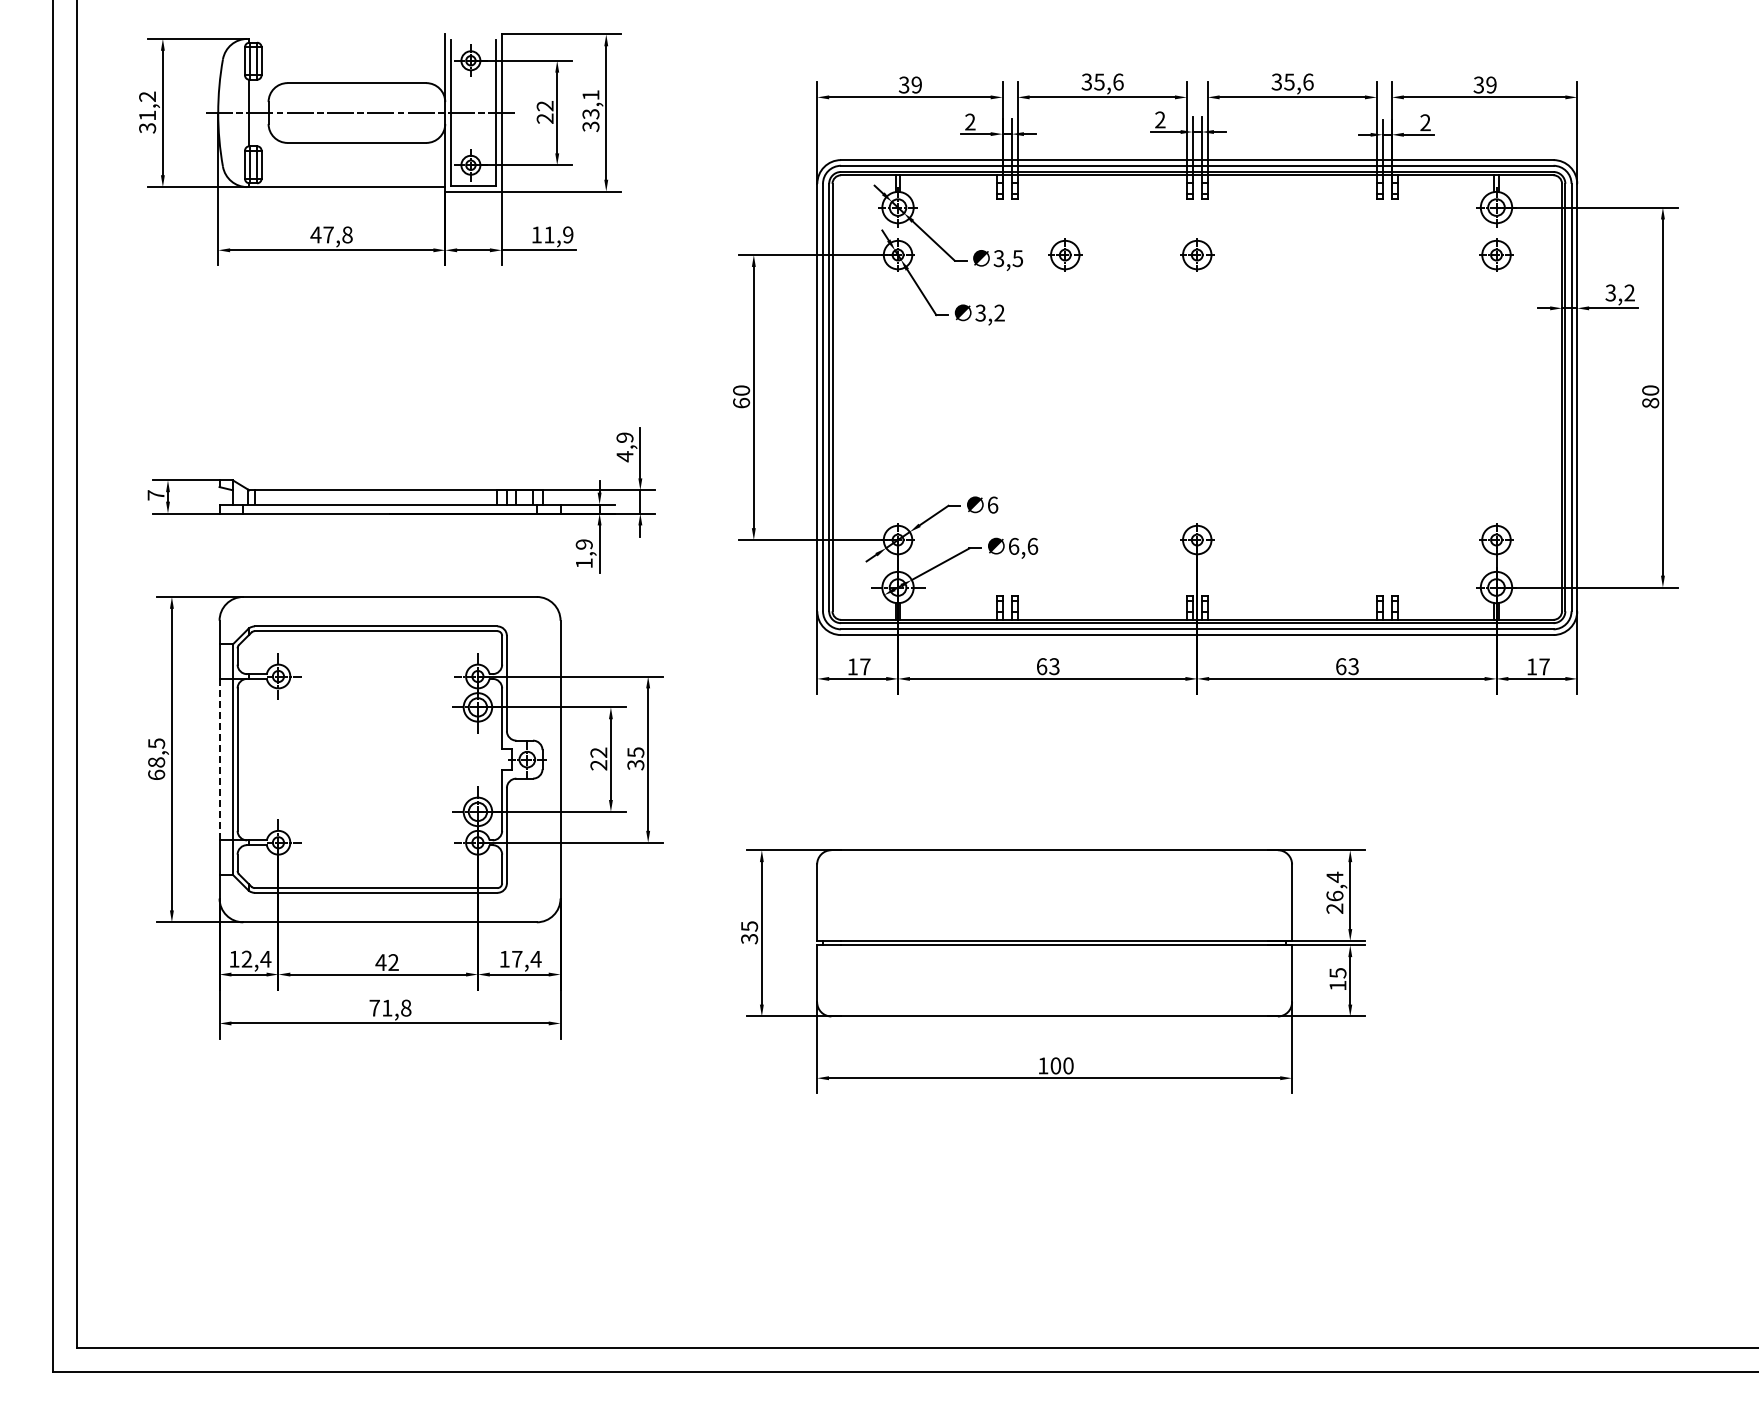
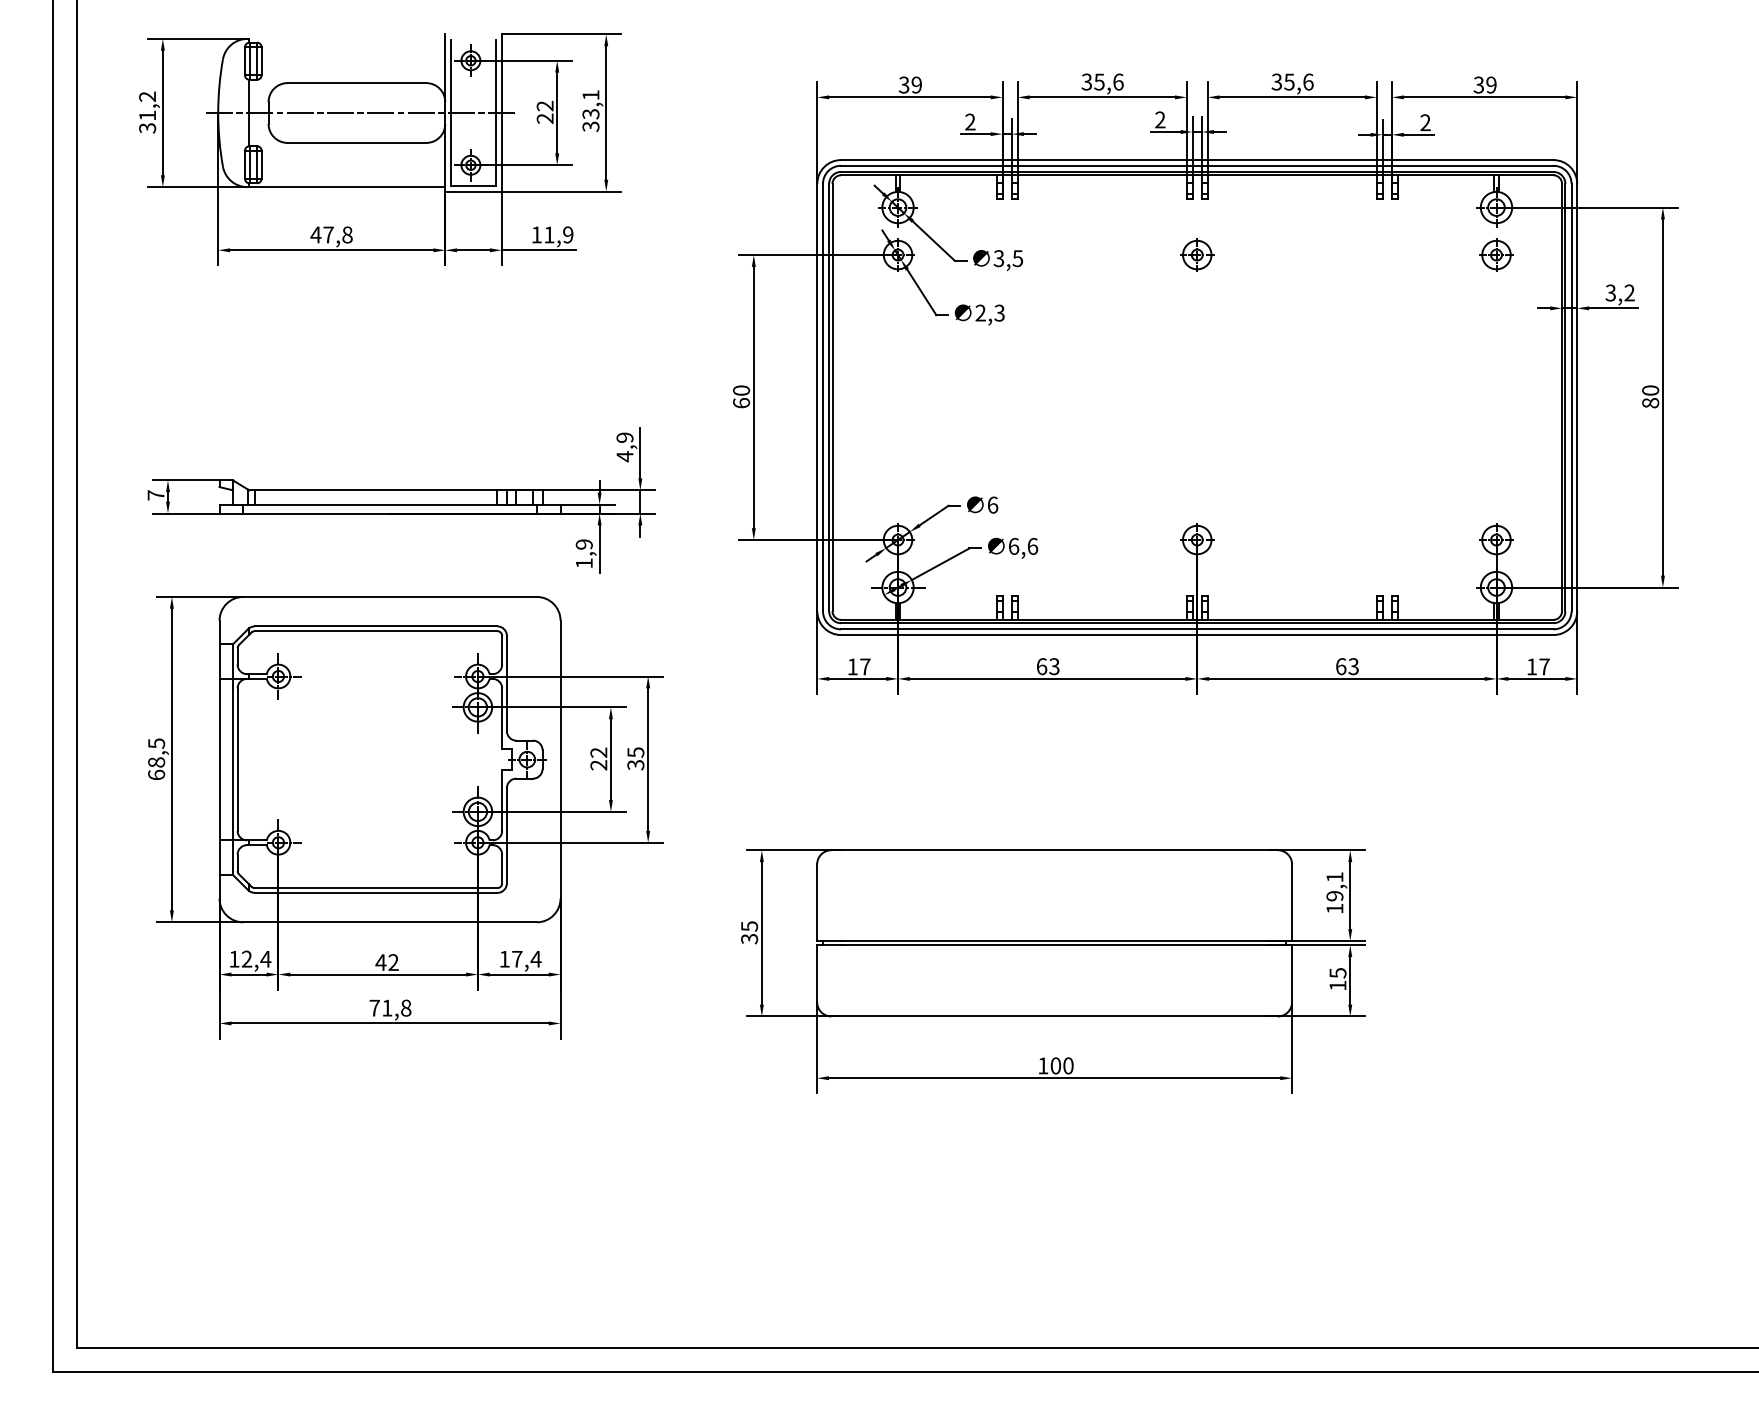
part at (1065, 254): present -> none
text at (989, 313): 3,2 -> 2,3
line at (219, 759): dashed -> solid
text at (1334, 892): 26,4 -> 19,1
